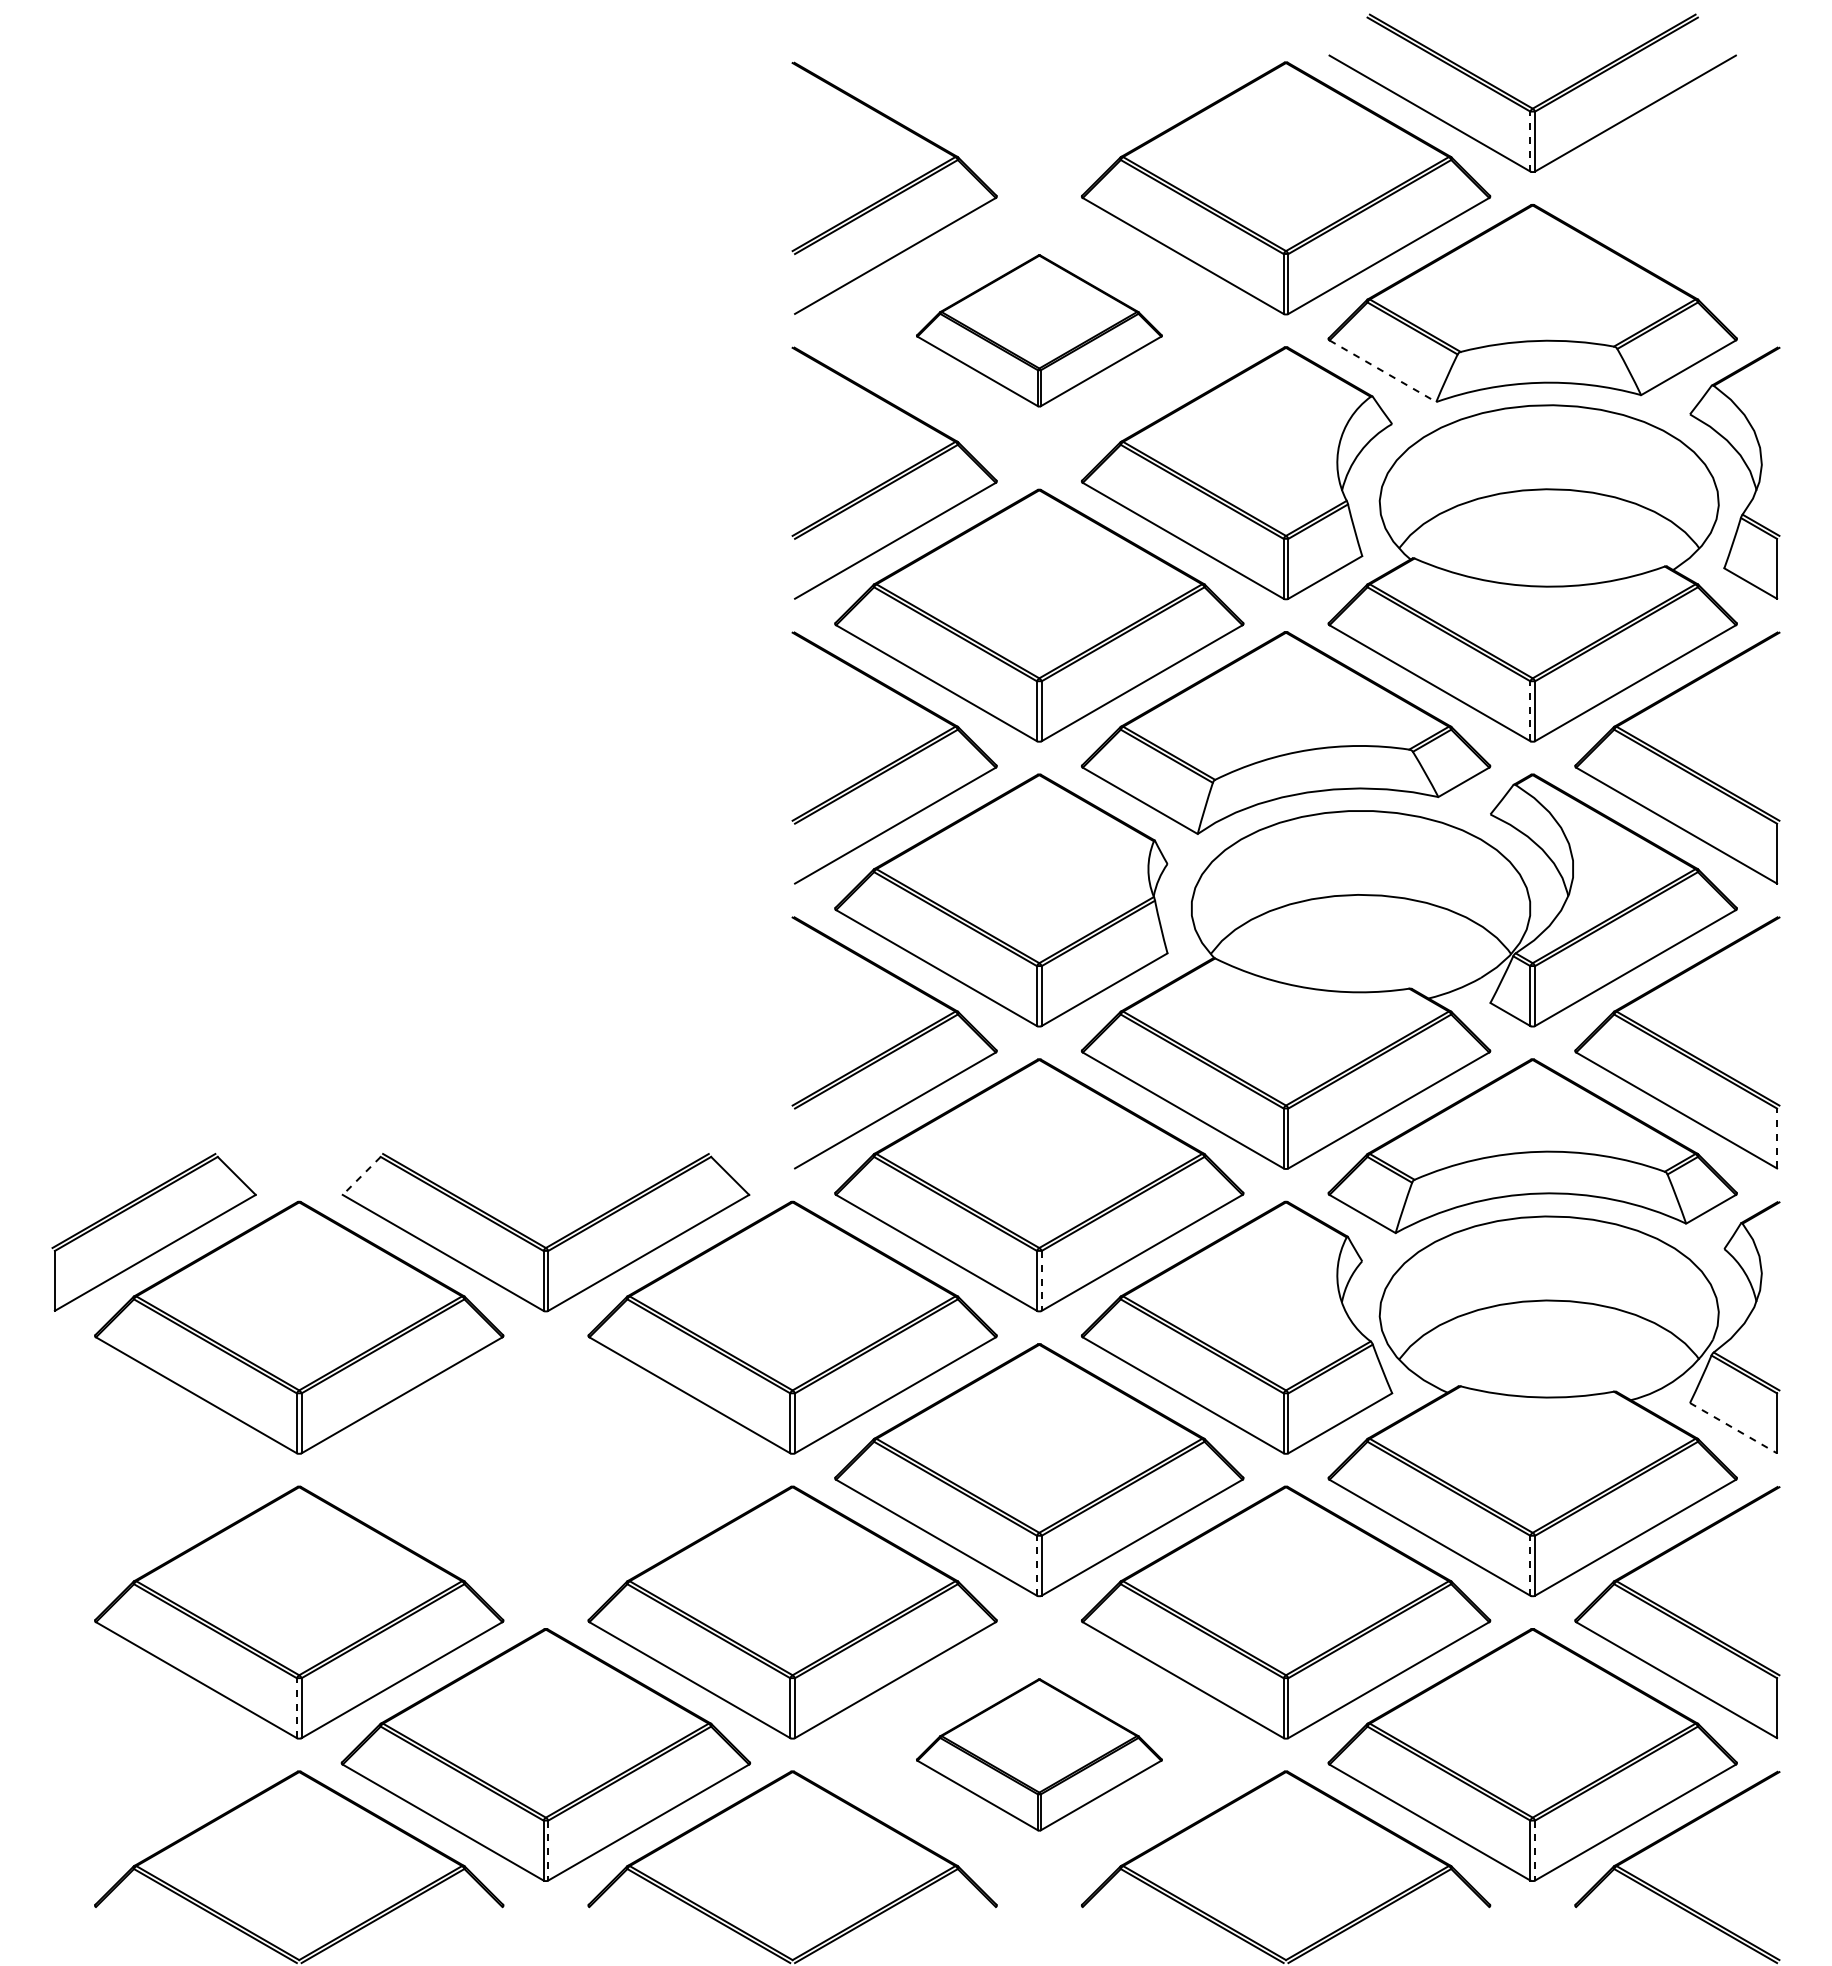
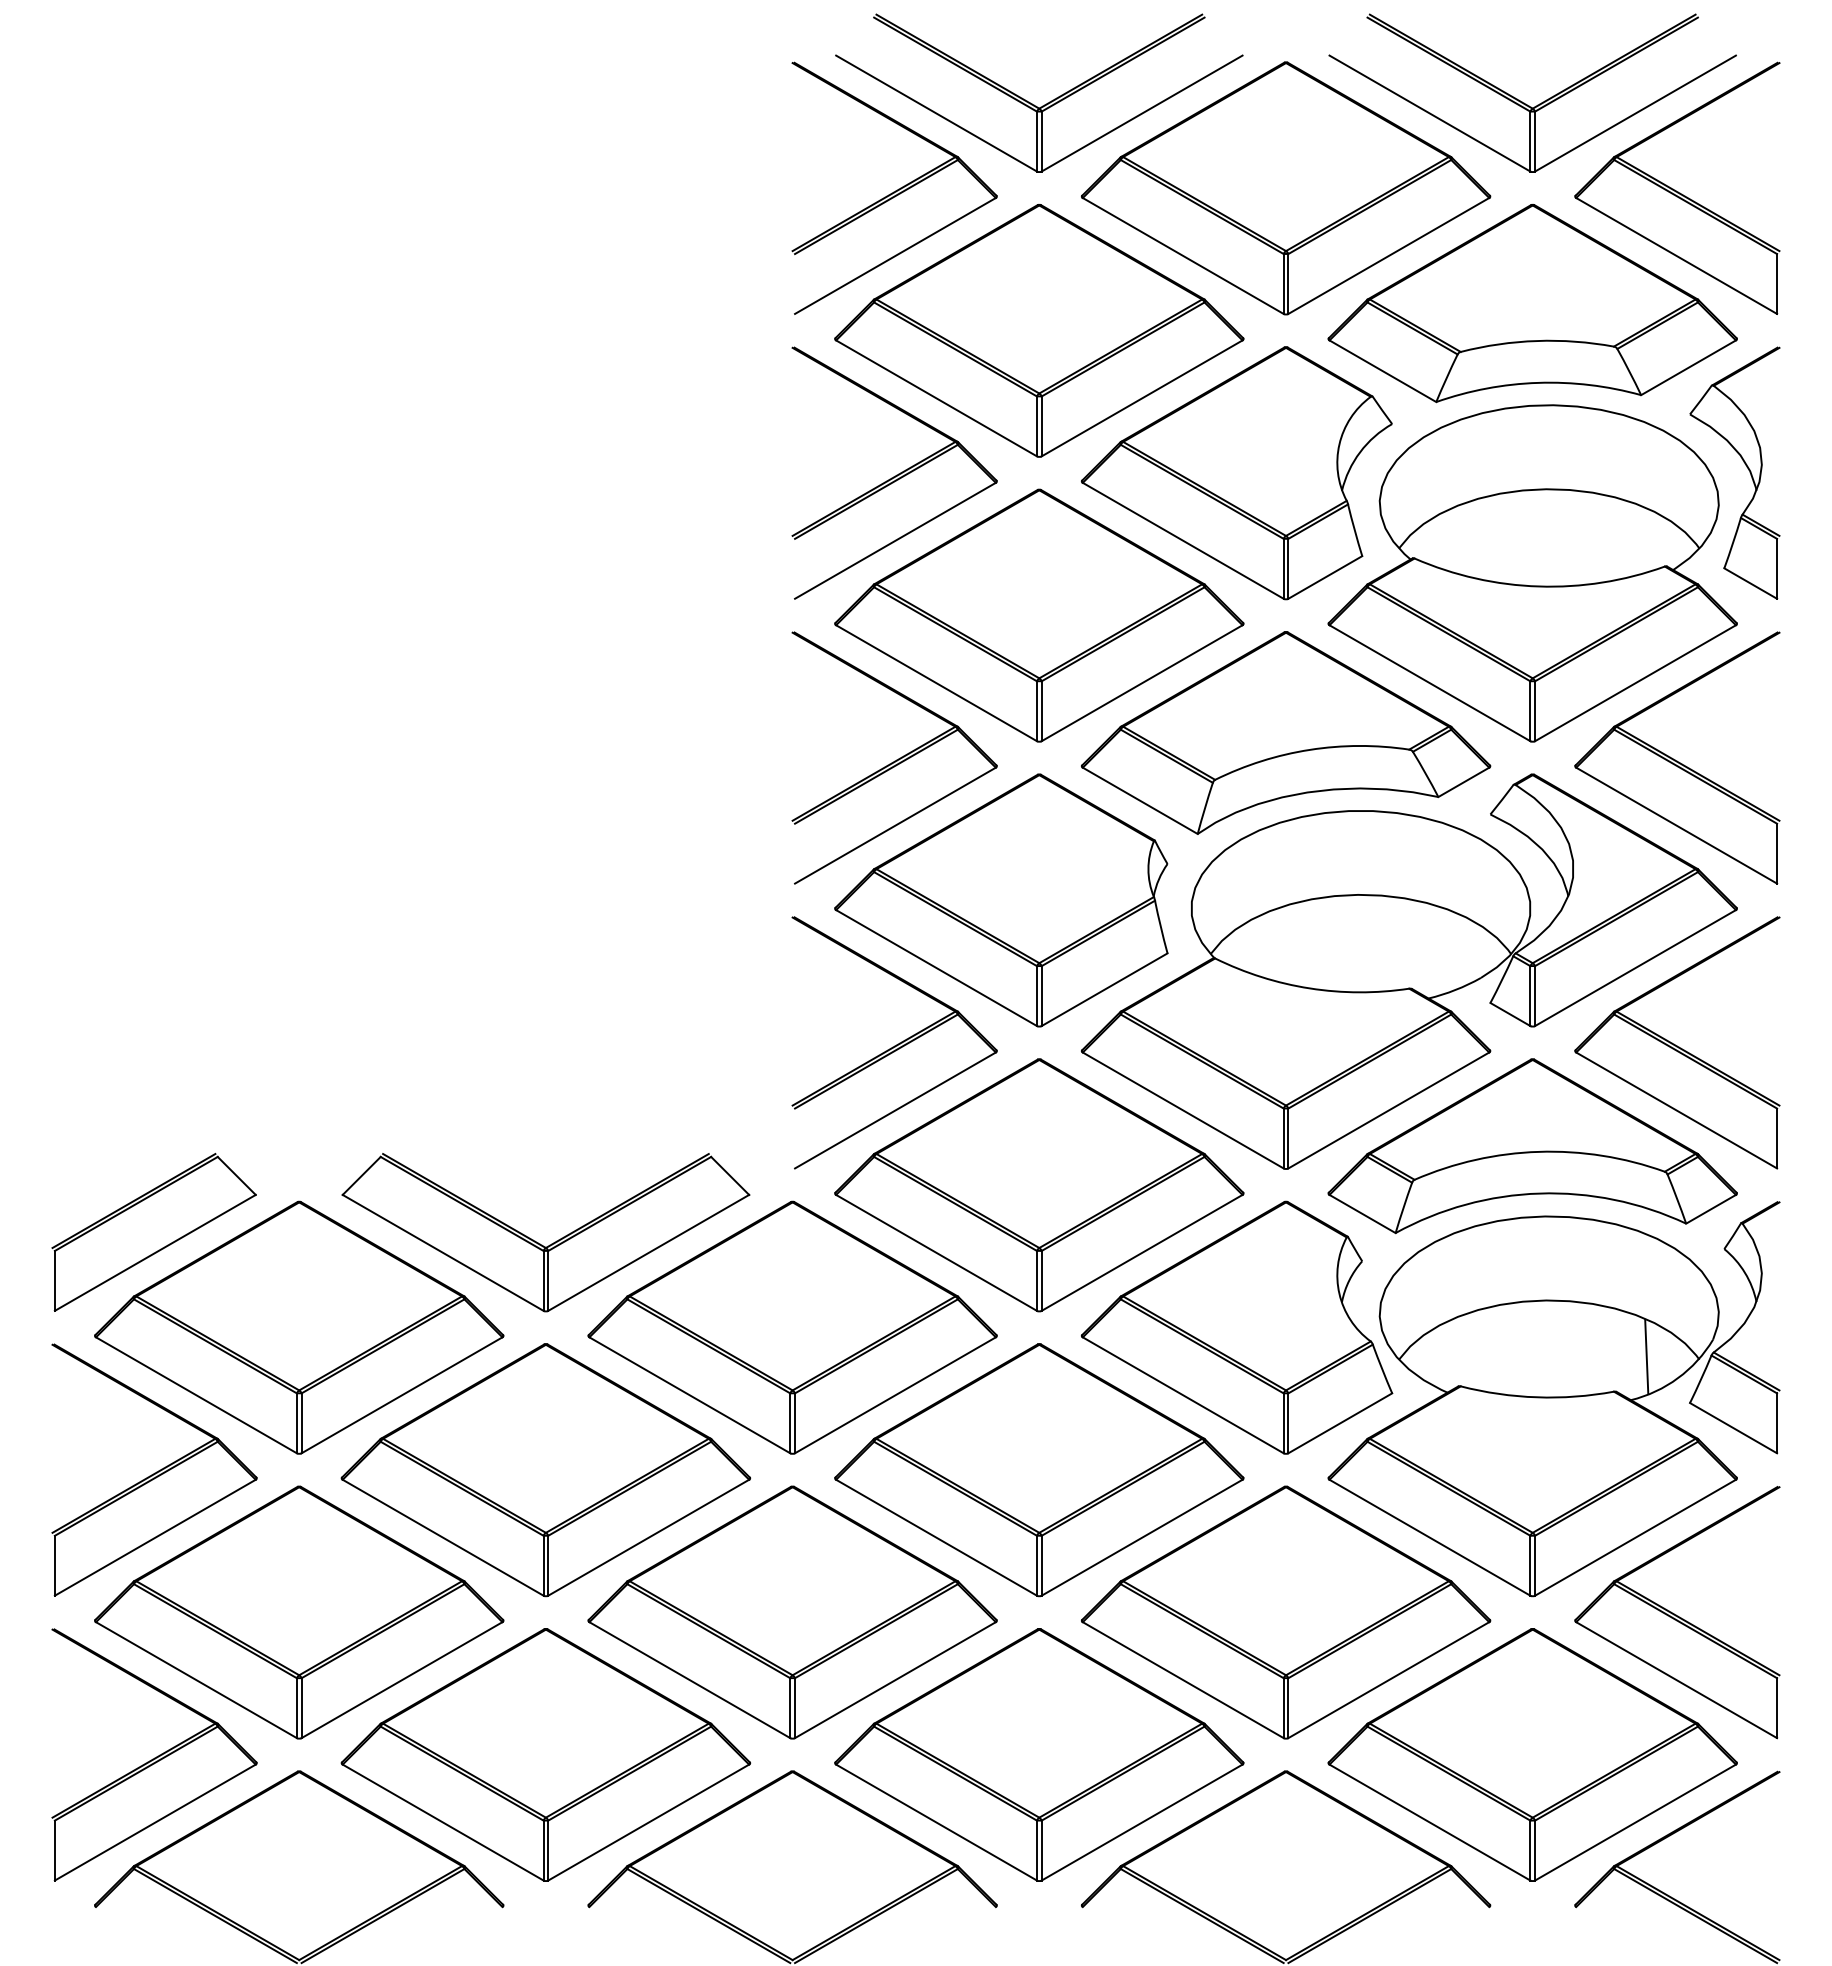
part at (1047, 102): none -> present
line at (1530, 141): dashed -> solid
part at (1677, 187): none -> present
part at (1039, 330) size: 247x154 px -> 411x254 px
line at (1382, 371): dashed -> solid
line at (1530, 711): dashed -> solid
line at (1777, 1138): dashed -> solid
line at (361, 1175): dashed -> solid
line at (1041, 1280): dashed -> solid
line at (1646, 1356): none -> present
line at (1733, 1428): dashed -> solid
part at (154, 1469): none -> present
part at (545, 1470): none -> present
line at (1036, 1565): dashed -> solid
line at (1530, 1565): dashed -> solid
line at (296, 1708): dashed -> solid
part at (154, 1754): none -> present
part at (1039, 1754) size: 247x154 px -> 411x254 px
line at (548, 1850): dashed -> solid
line at (1535, 1850): dashed -> solid
